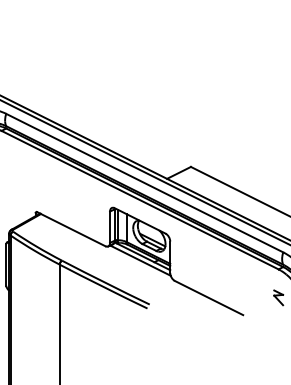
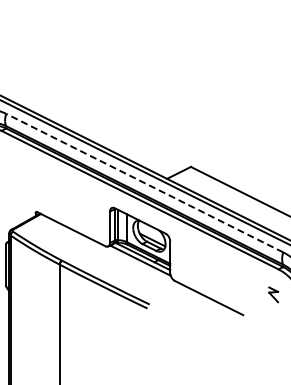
line at (144, 183): solid -> dashed
part at (278, 297) position: (278, 297) -> (273, 294)
